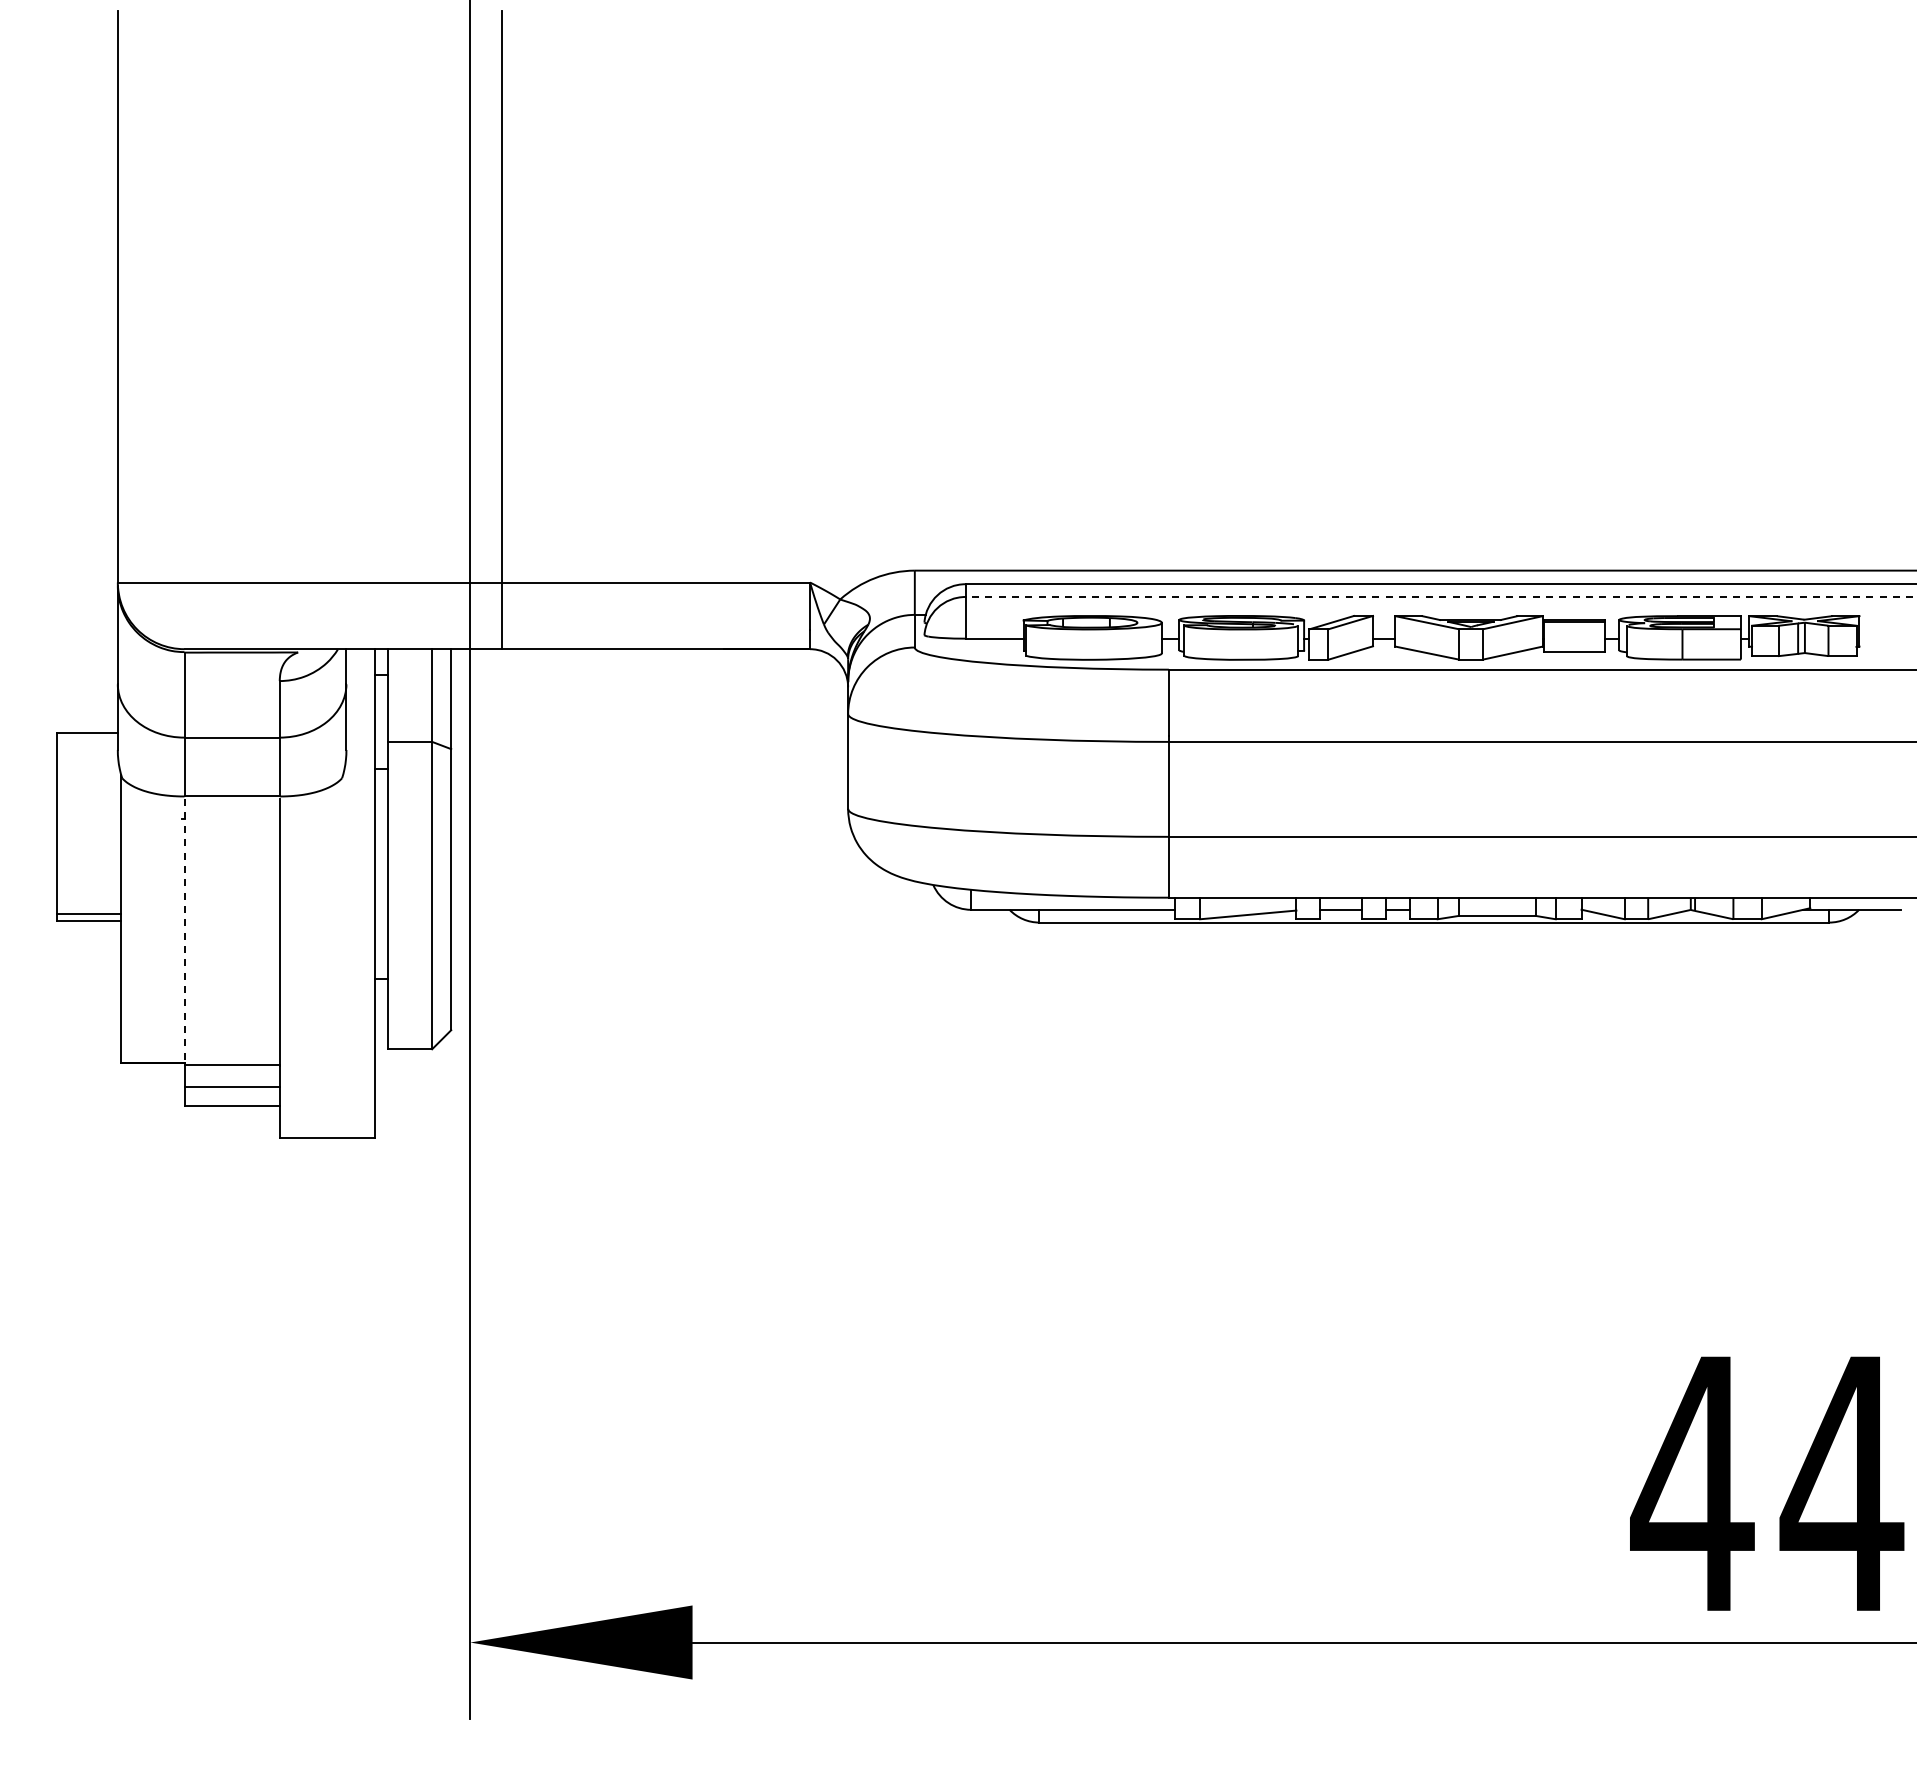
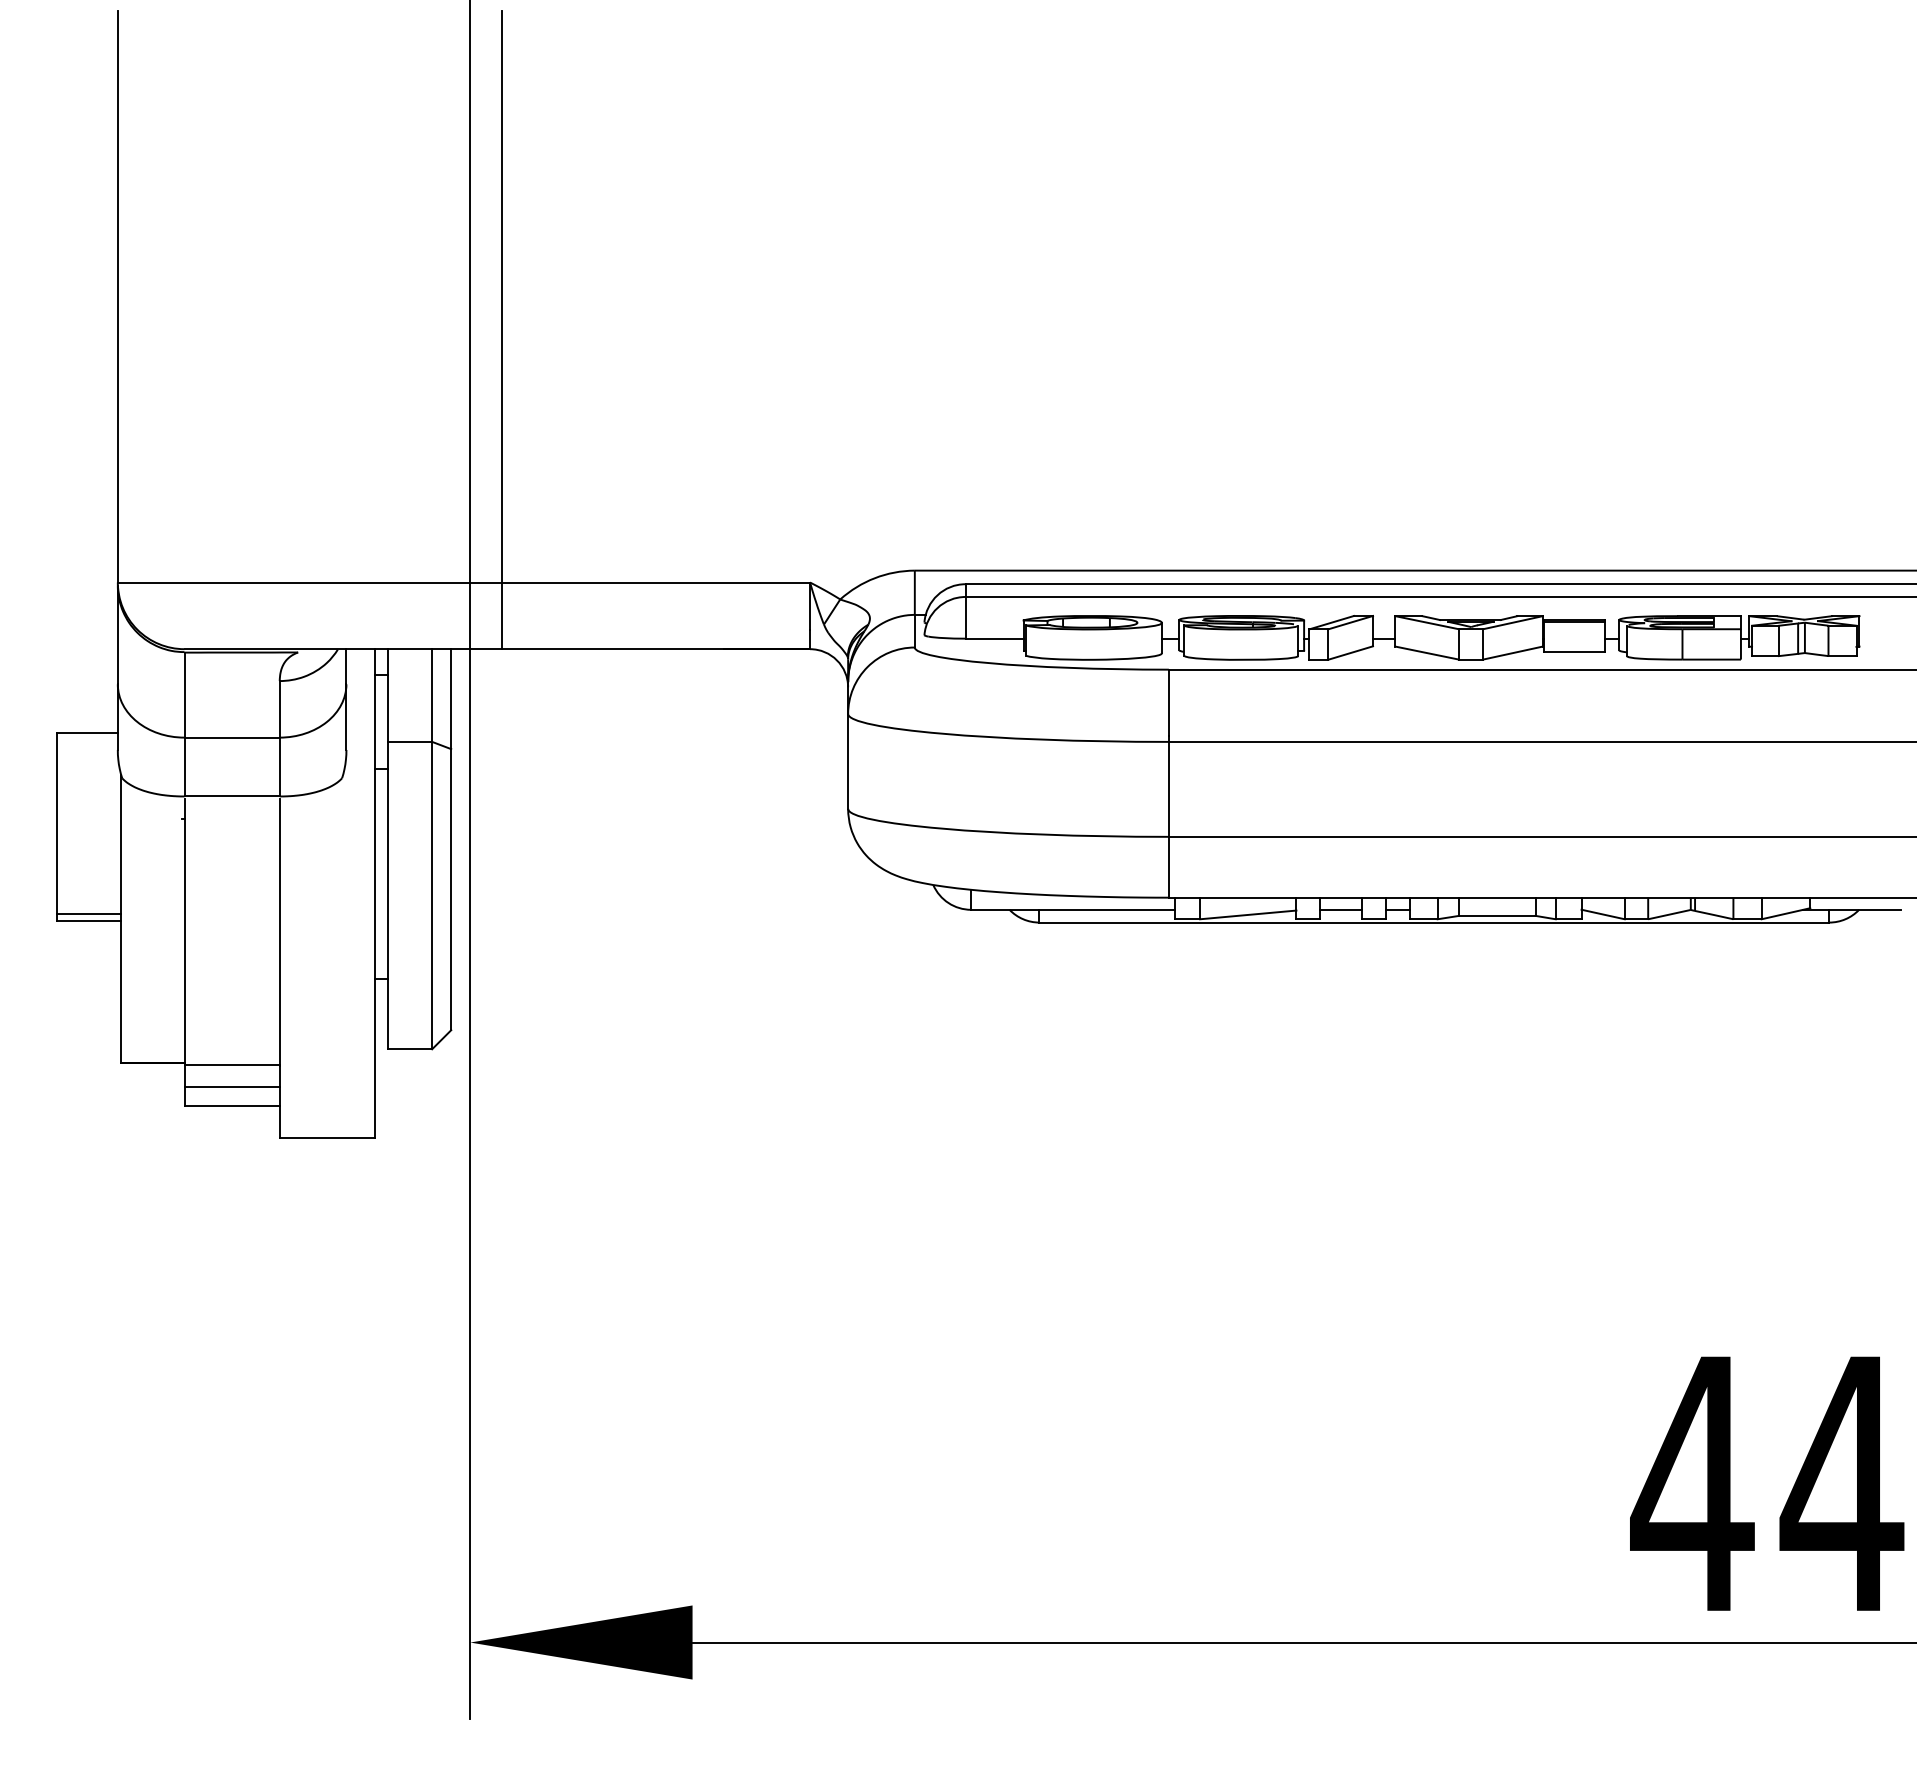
line at (1440, 596): dashed -> solid
line at (184, 932): dashed -> solid
